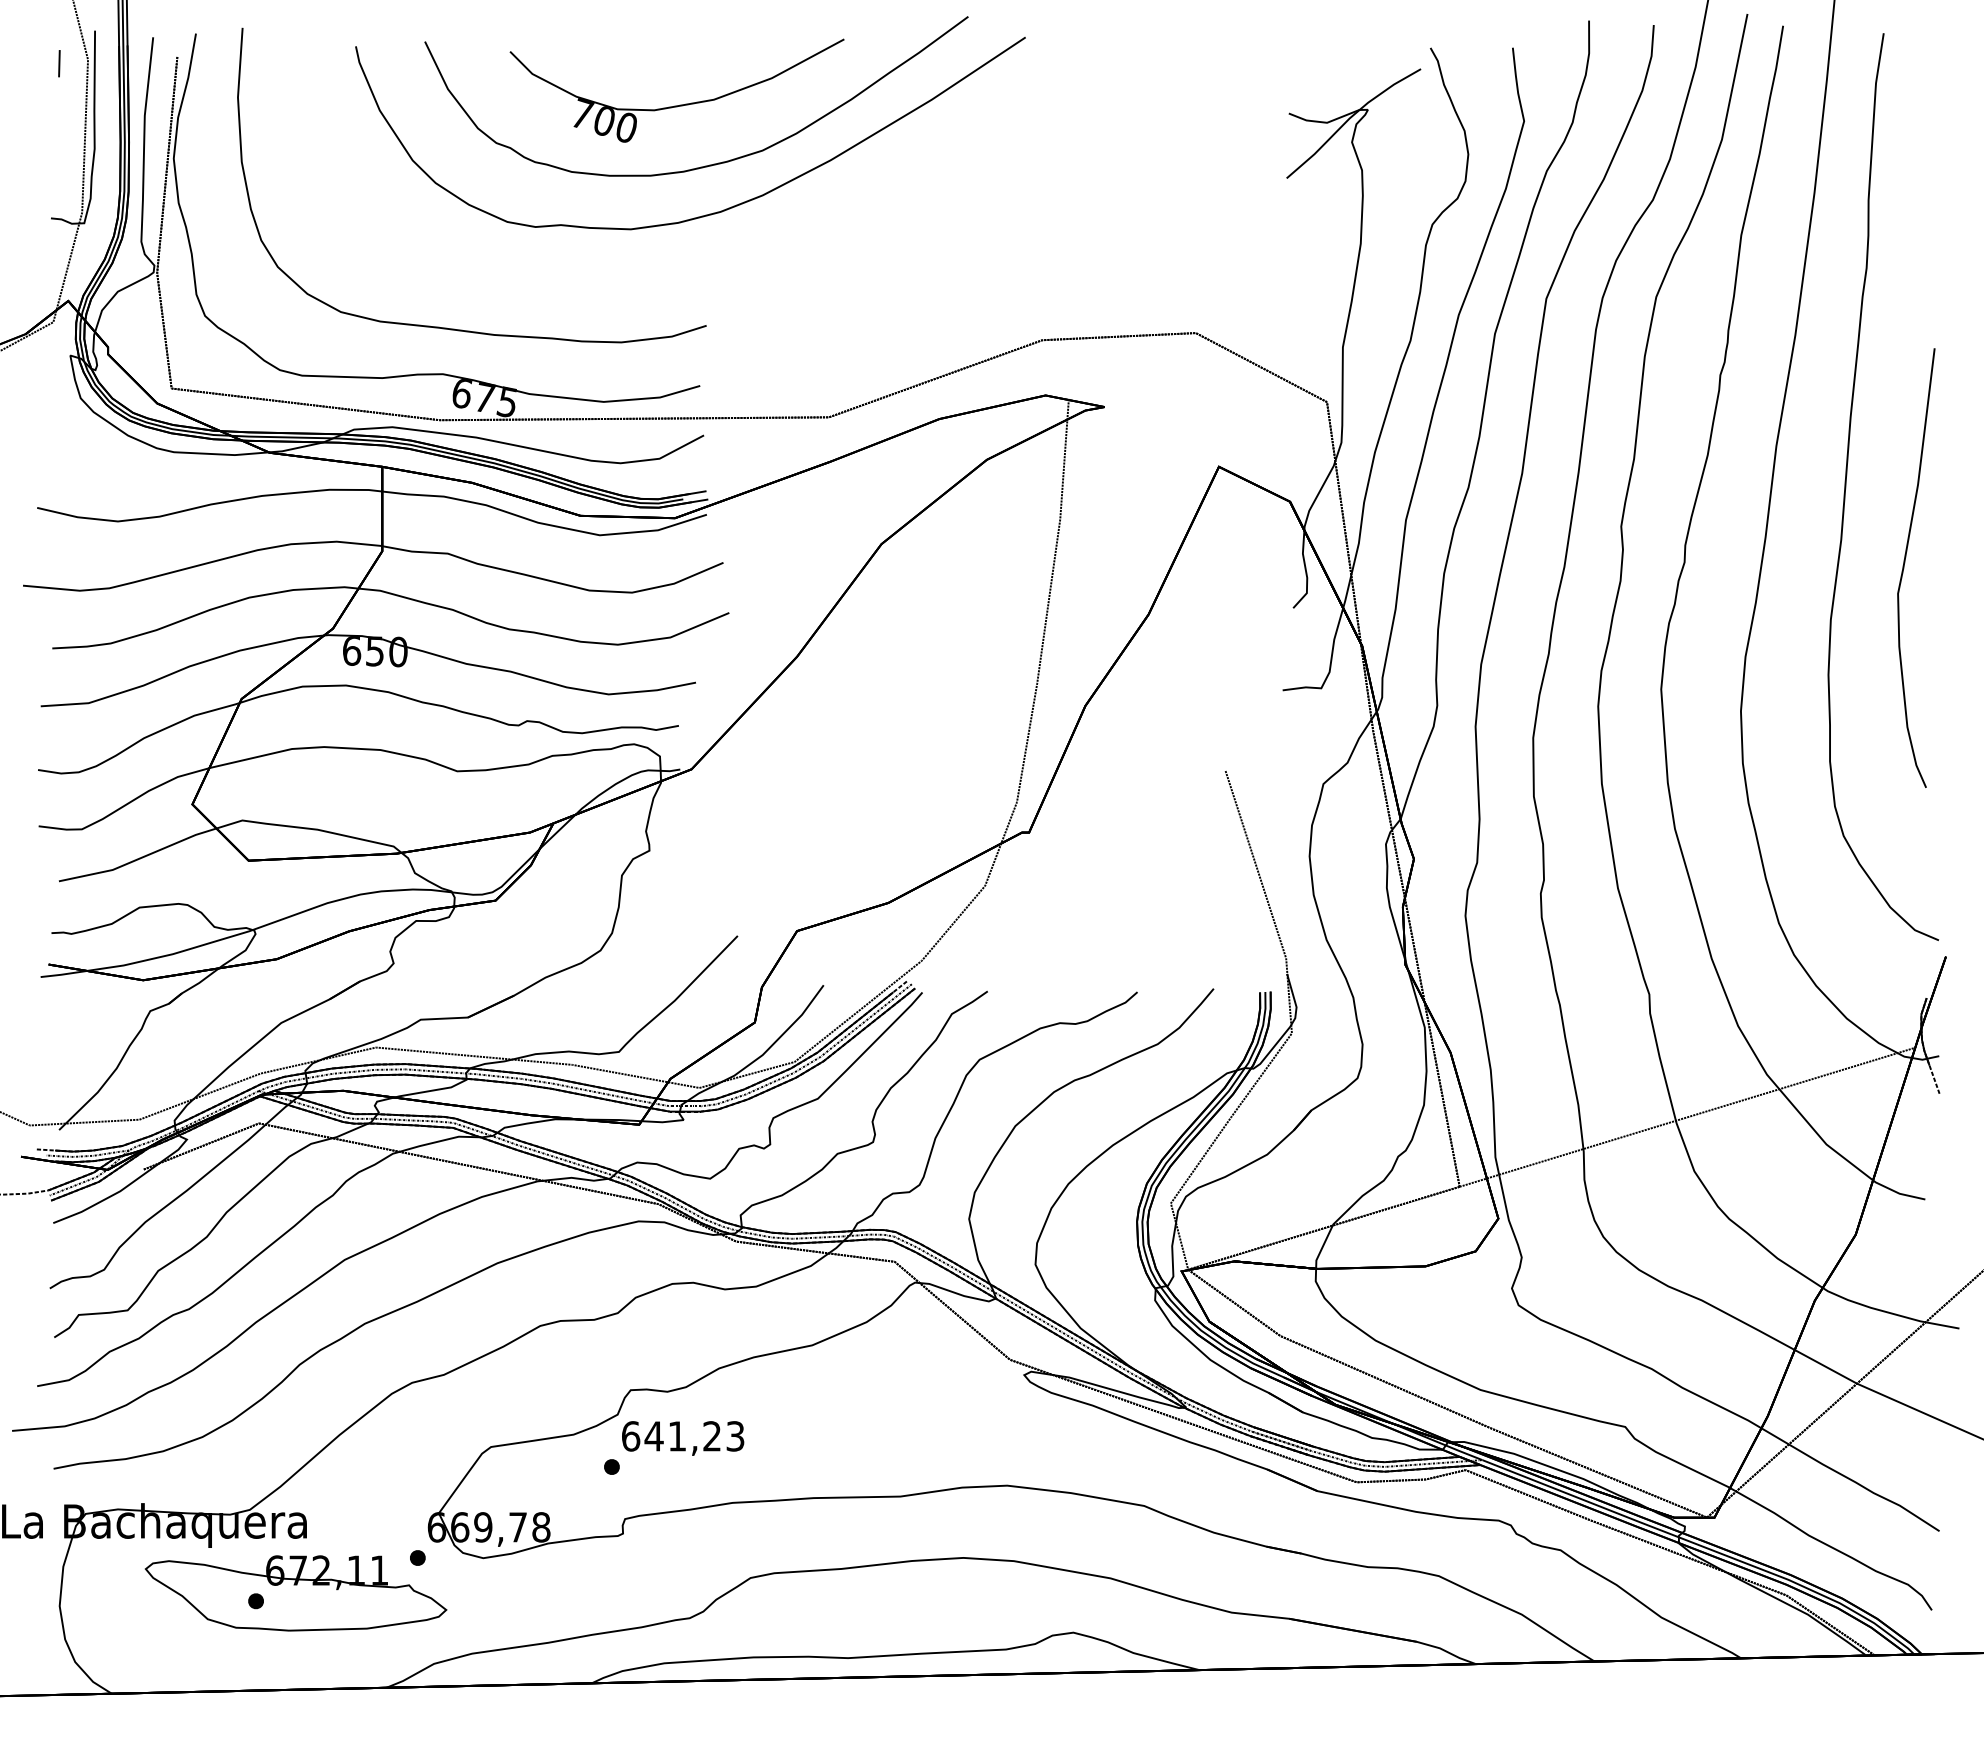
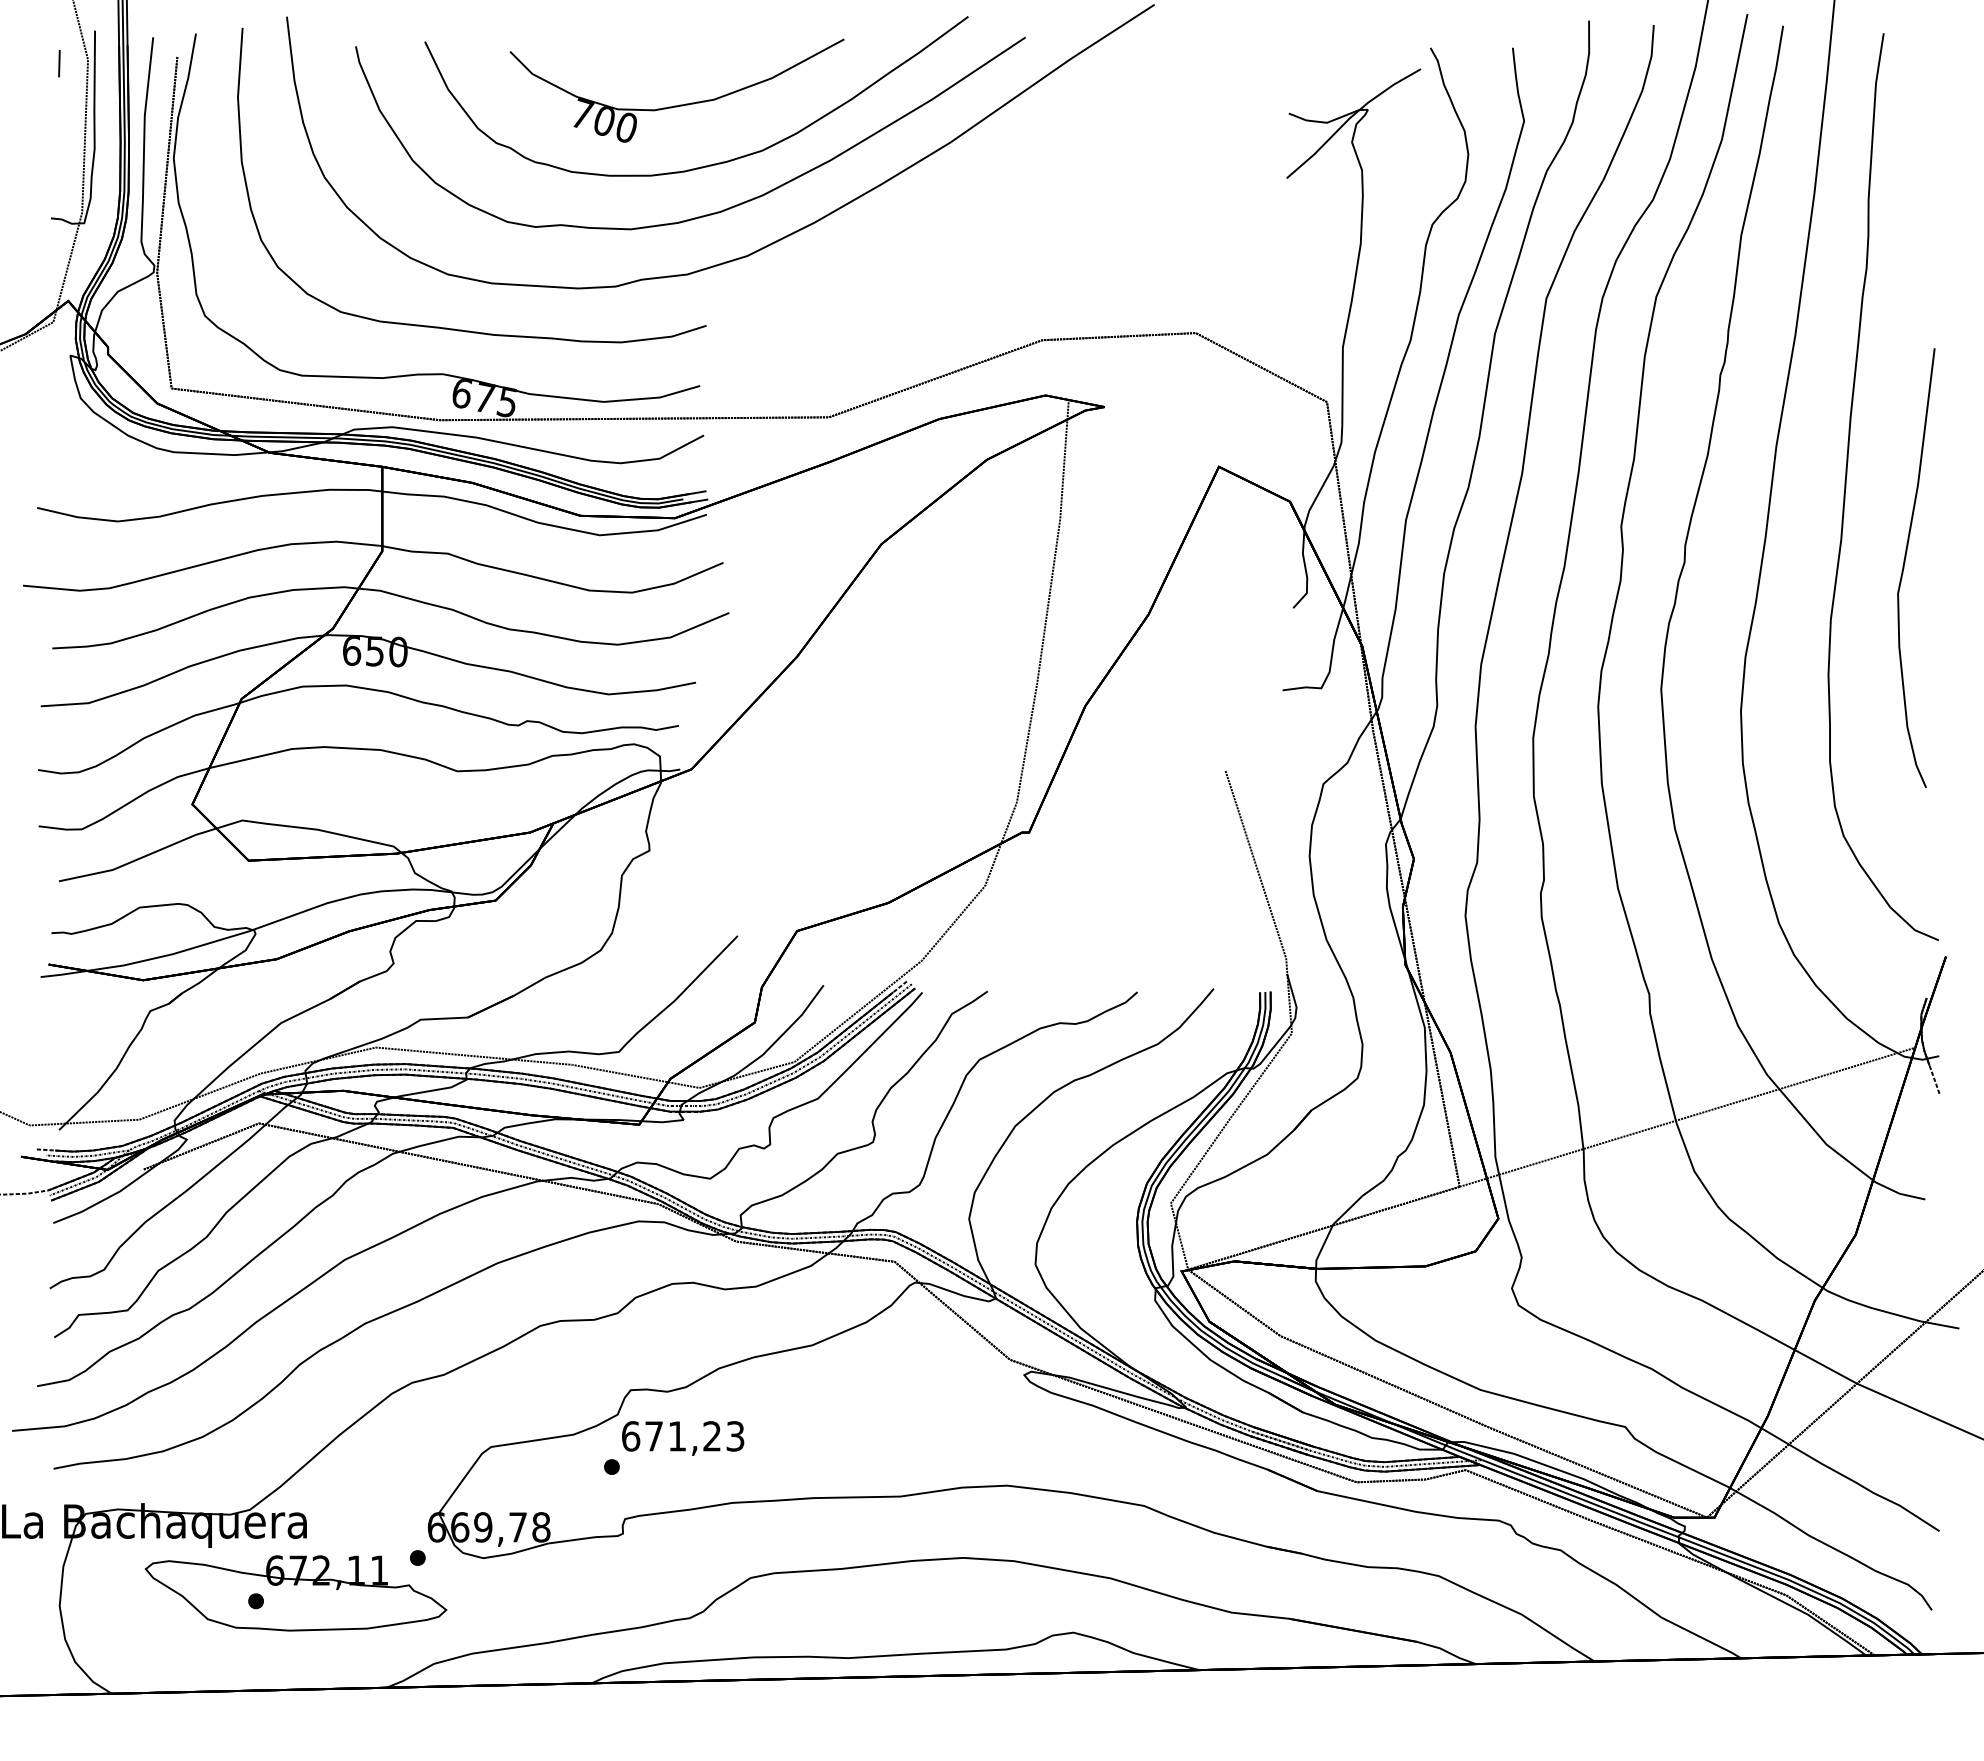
part at (768, 244): none -> present
text at (653, 1436): 641,23 -> 671,23
